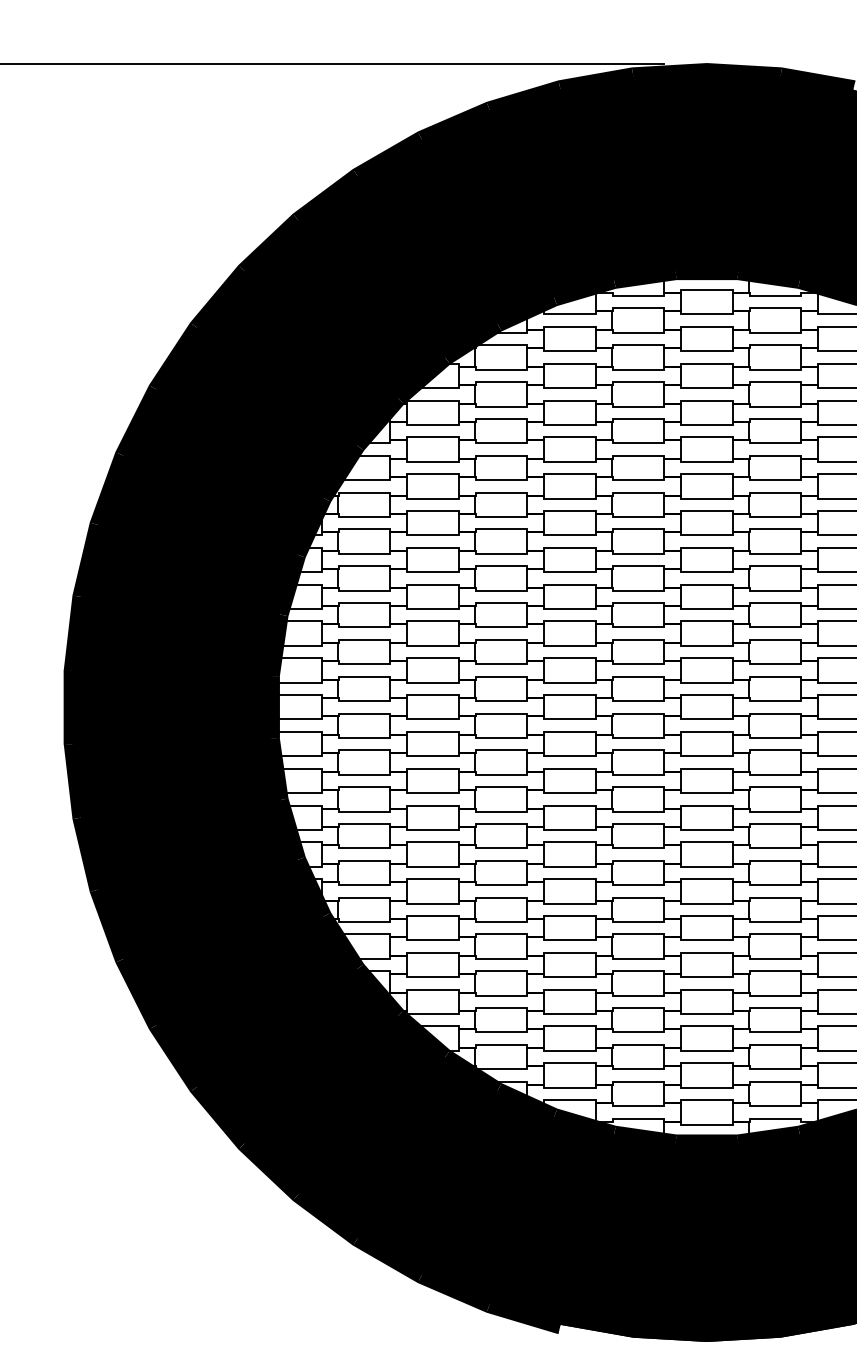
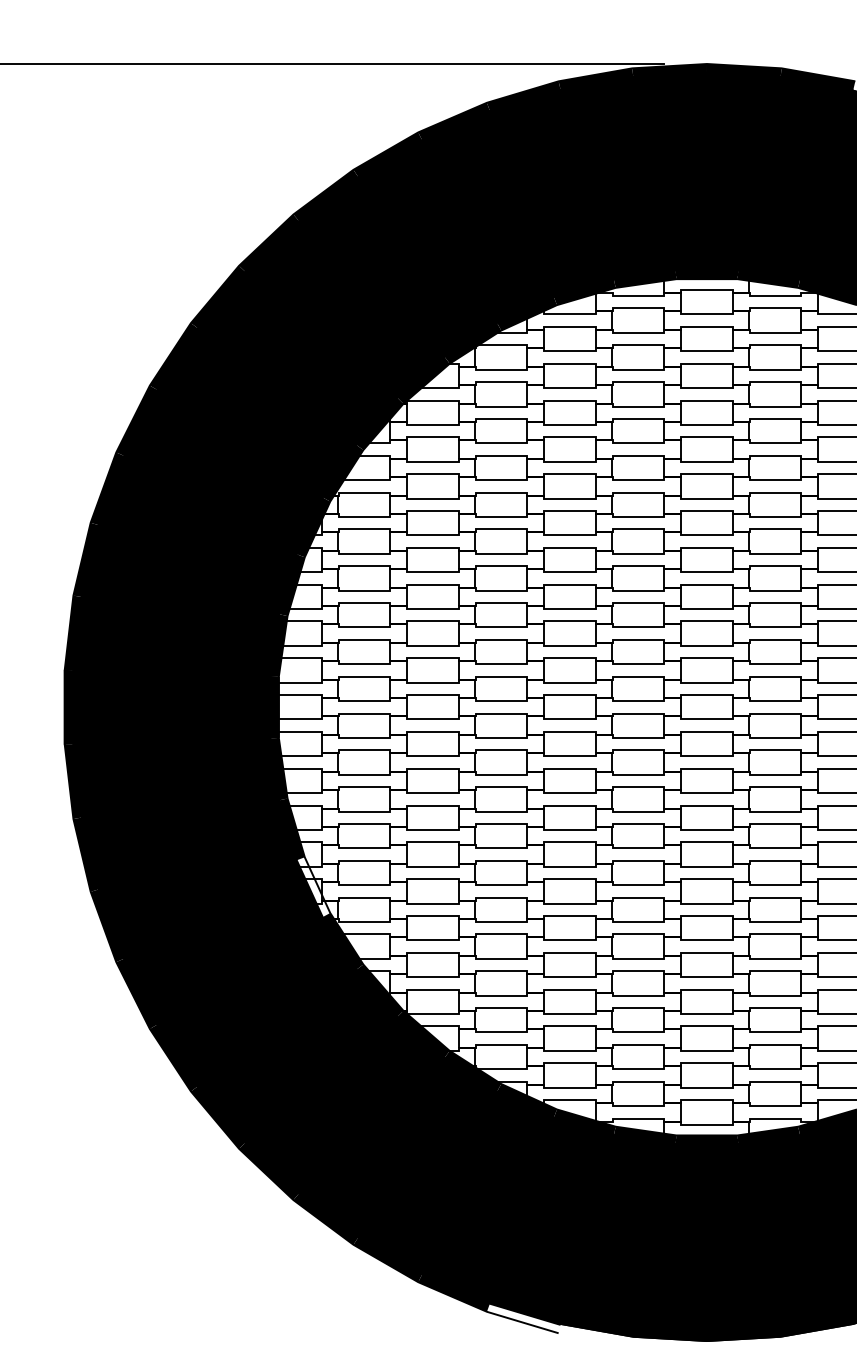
fill at (313, 887): present -> none
fill at (523, 1318): present -> none
